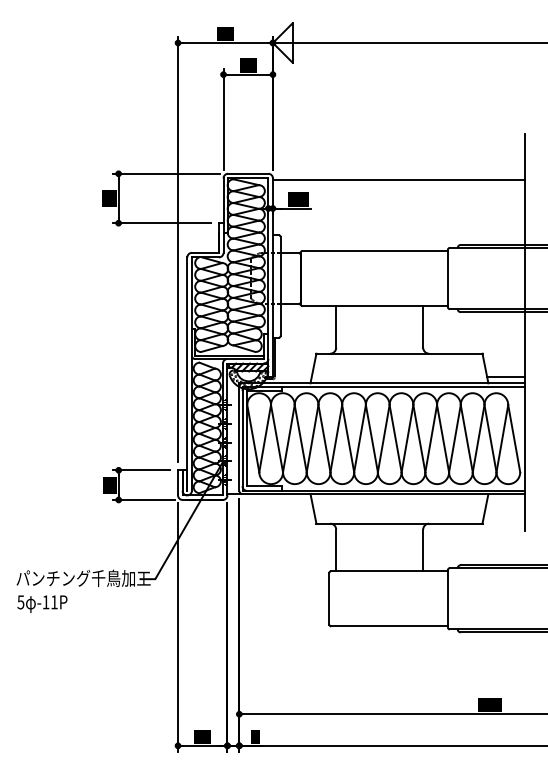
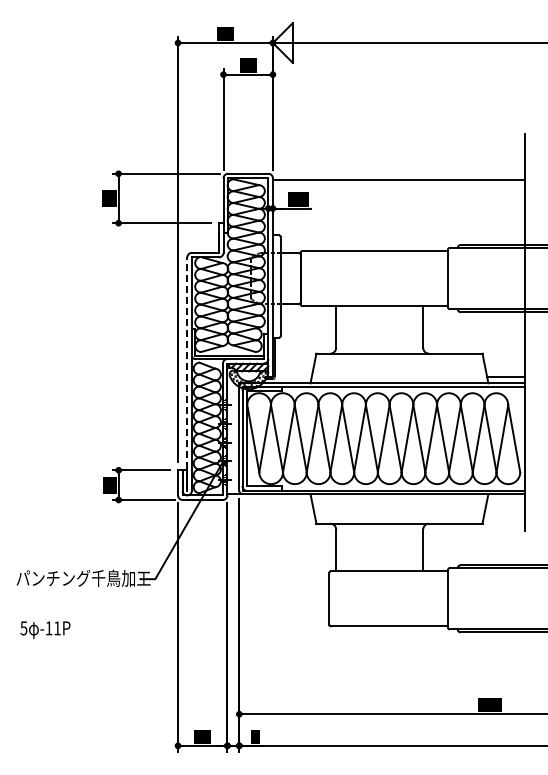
line at (187, 374): solid -> dashed
text at (42, 603) position: (42, 603) -> (45, 629)
